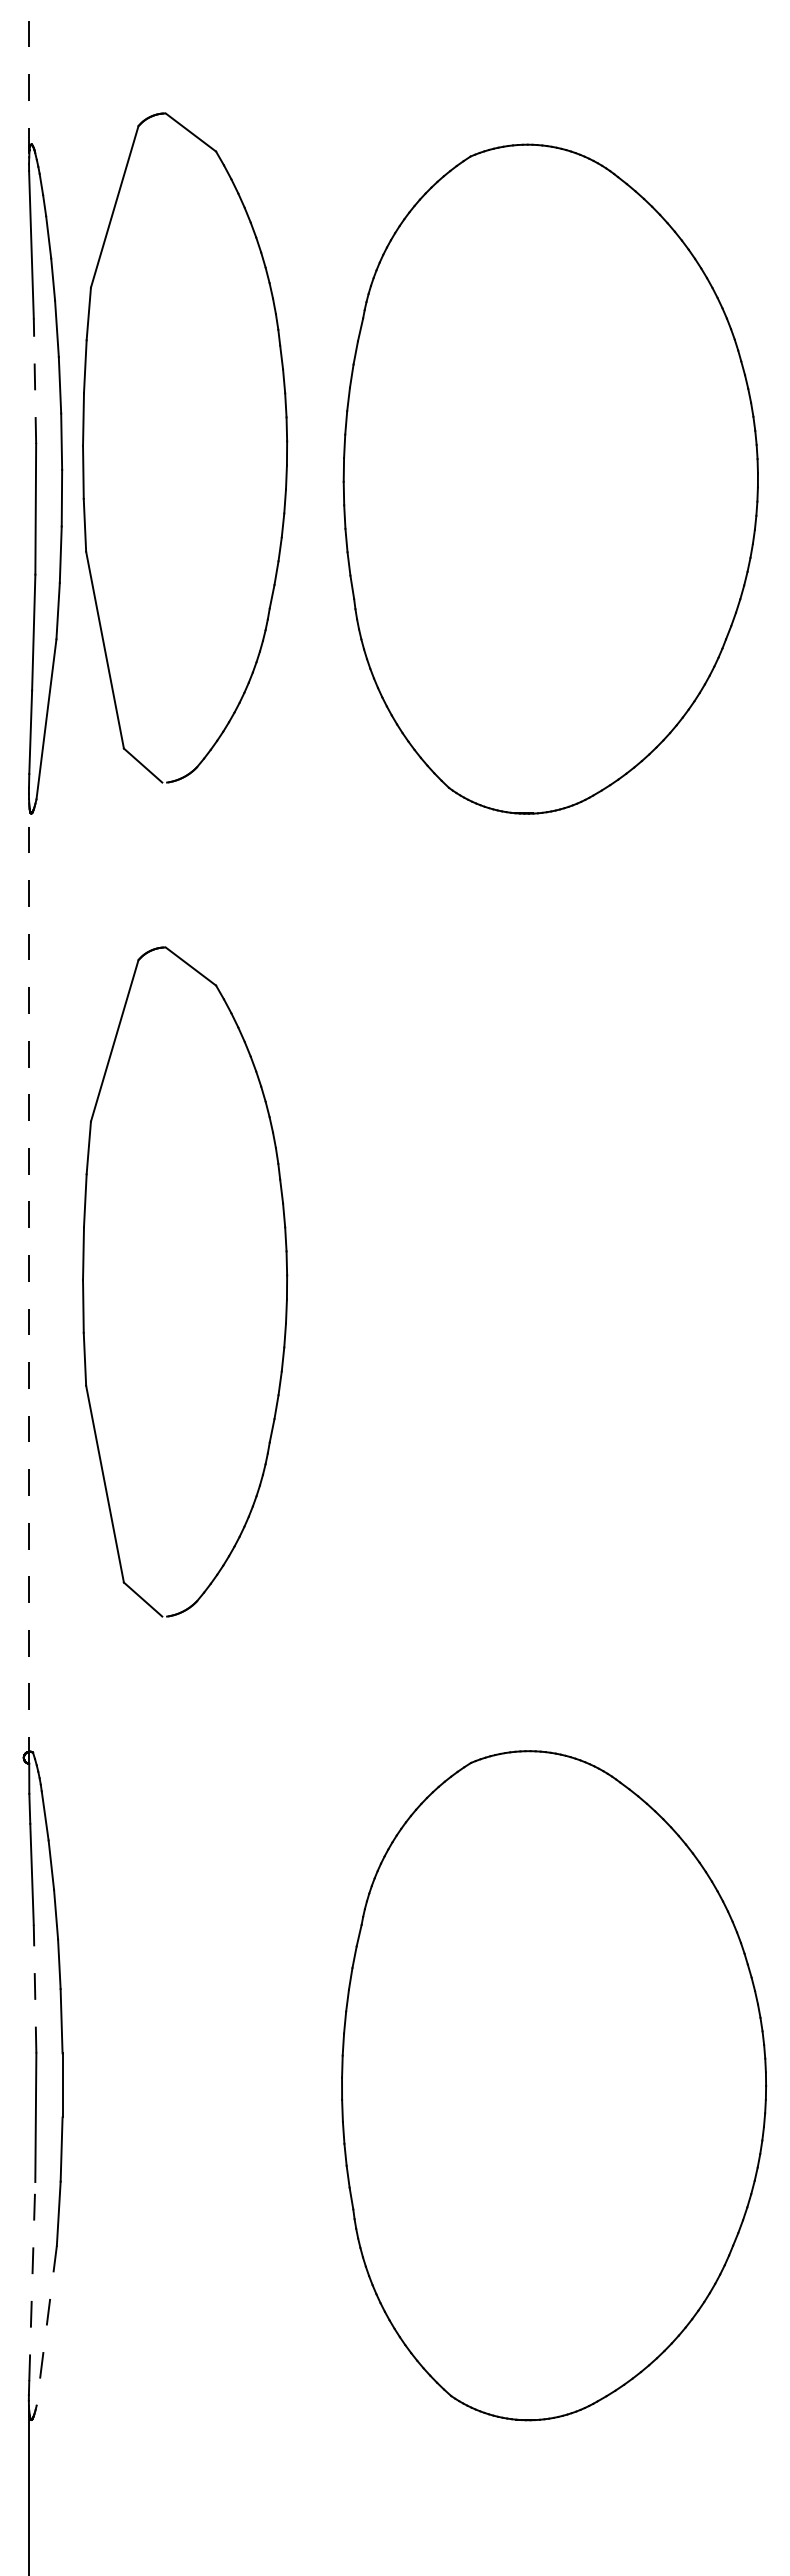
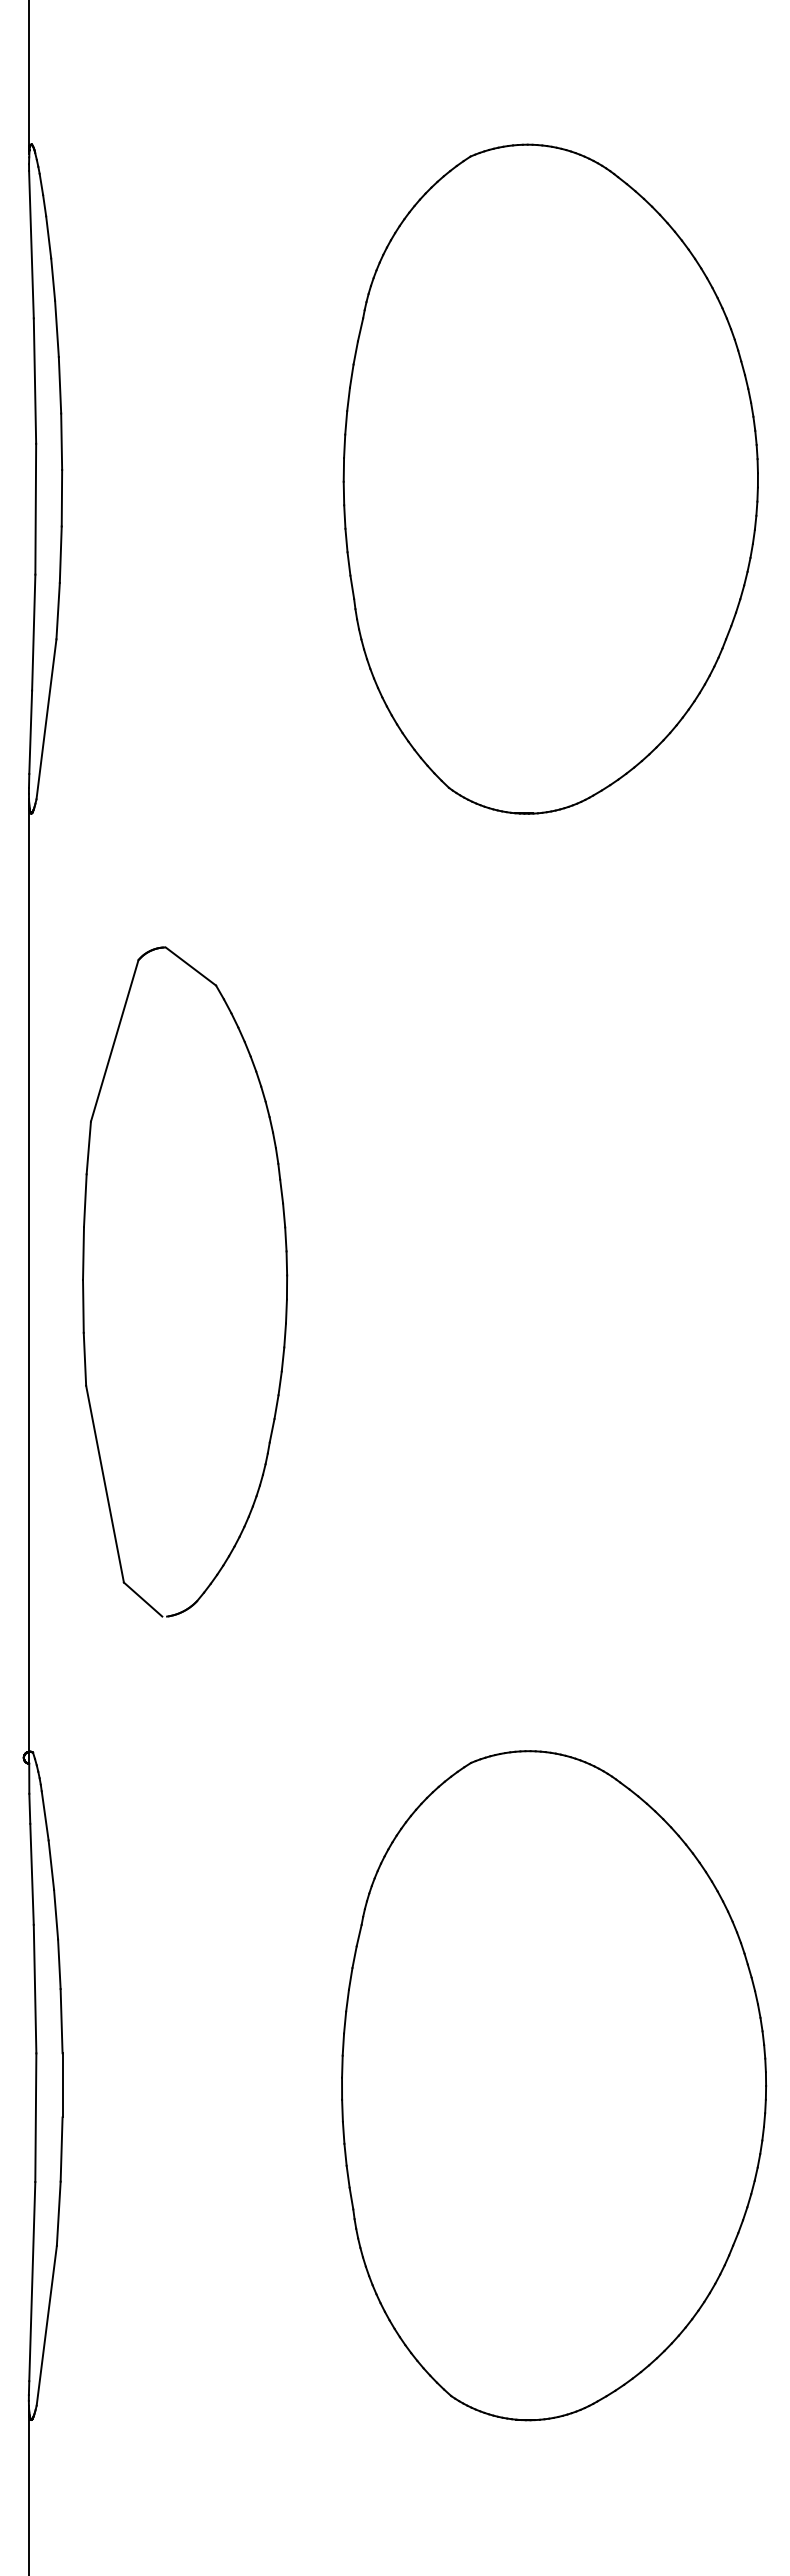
line at (29, 77): dashed -> solid
line at (34, 381): dashed -> solid
part at (286, 447): present -> none
line at (29, 1280): dashed -> solid
line at (35, 1988): dashed -> solid
line at (32, 2281): dashed -> solid
line at (46, 2325): dashed -> solid
